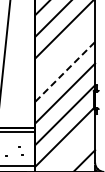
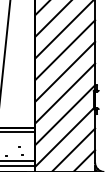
line at (65, 50): none -> present
line at (65, 71): dashed -> solid
line at (75, 148): none -> present
line at (18, 161): none -> present
